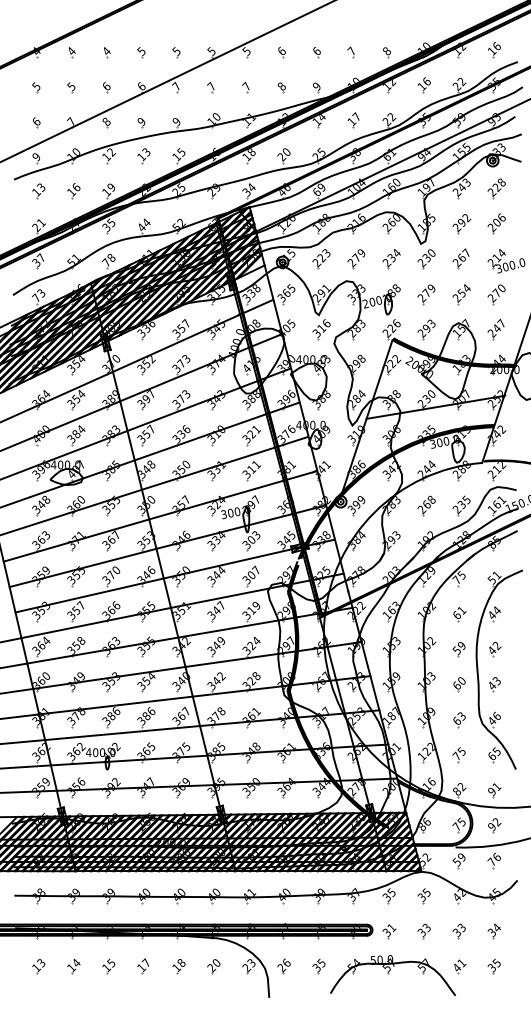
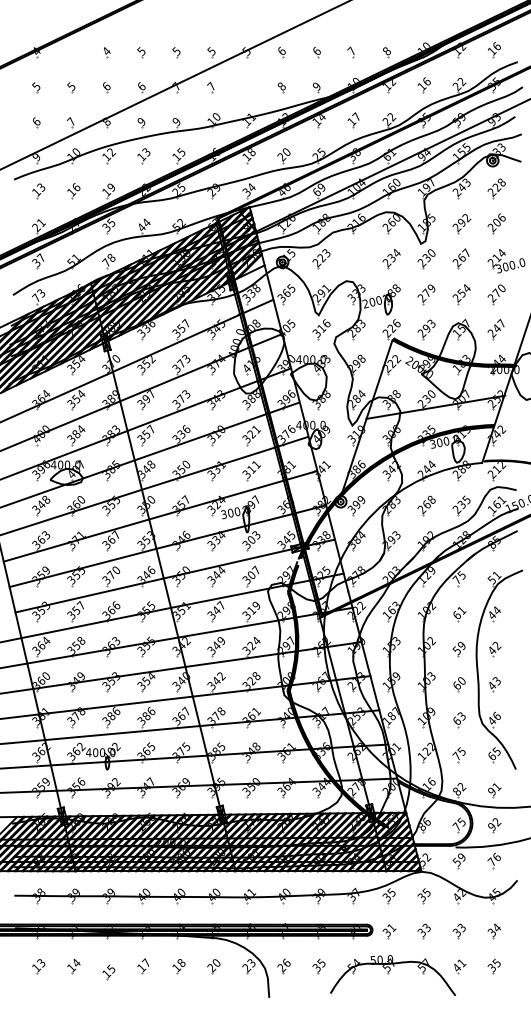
part at (72, 52): present -> none
line at (166, 81) position: (166, 81) -> (174, 85)
part at (245, 87): present -> none
part at (356, 259): present -> none
part at (108, 966) position: (108, 966) -> (108, 972)
